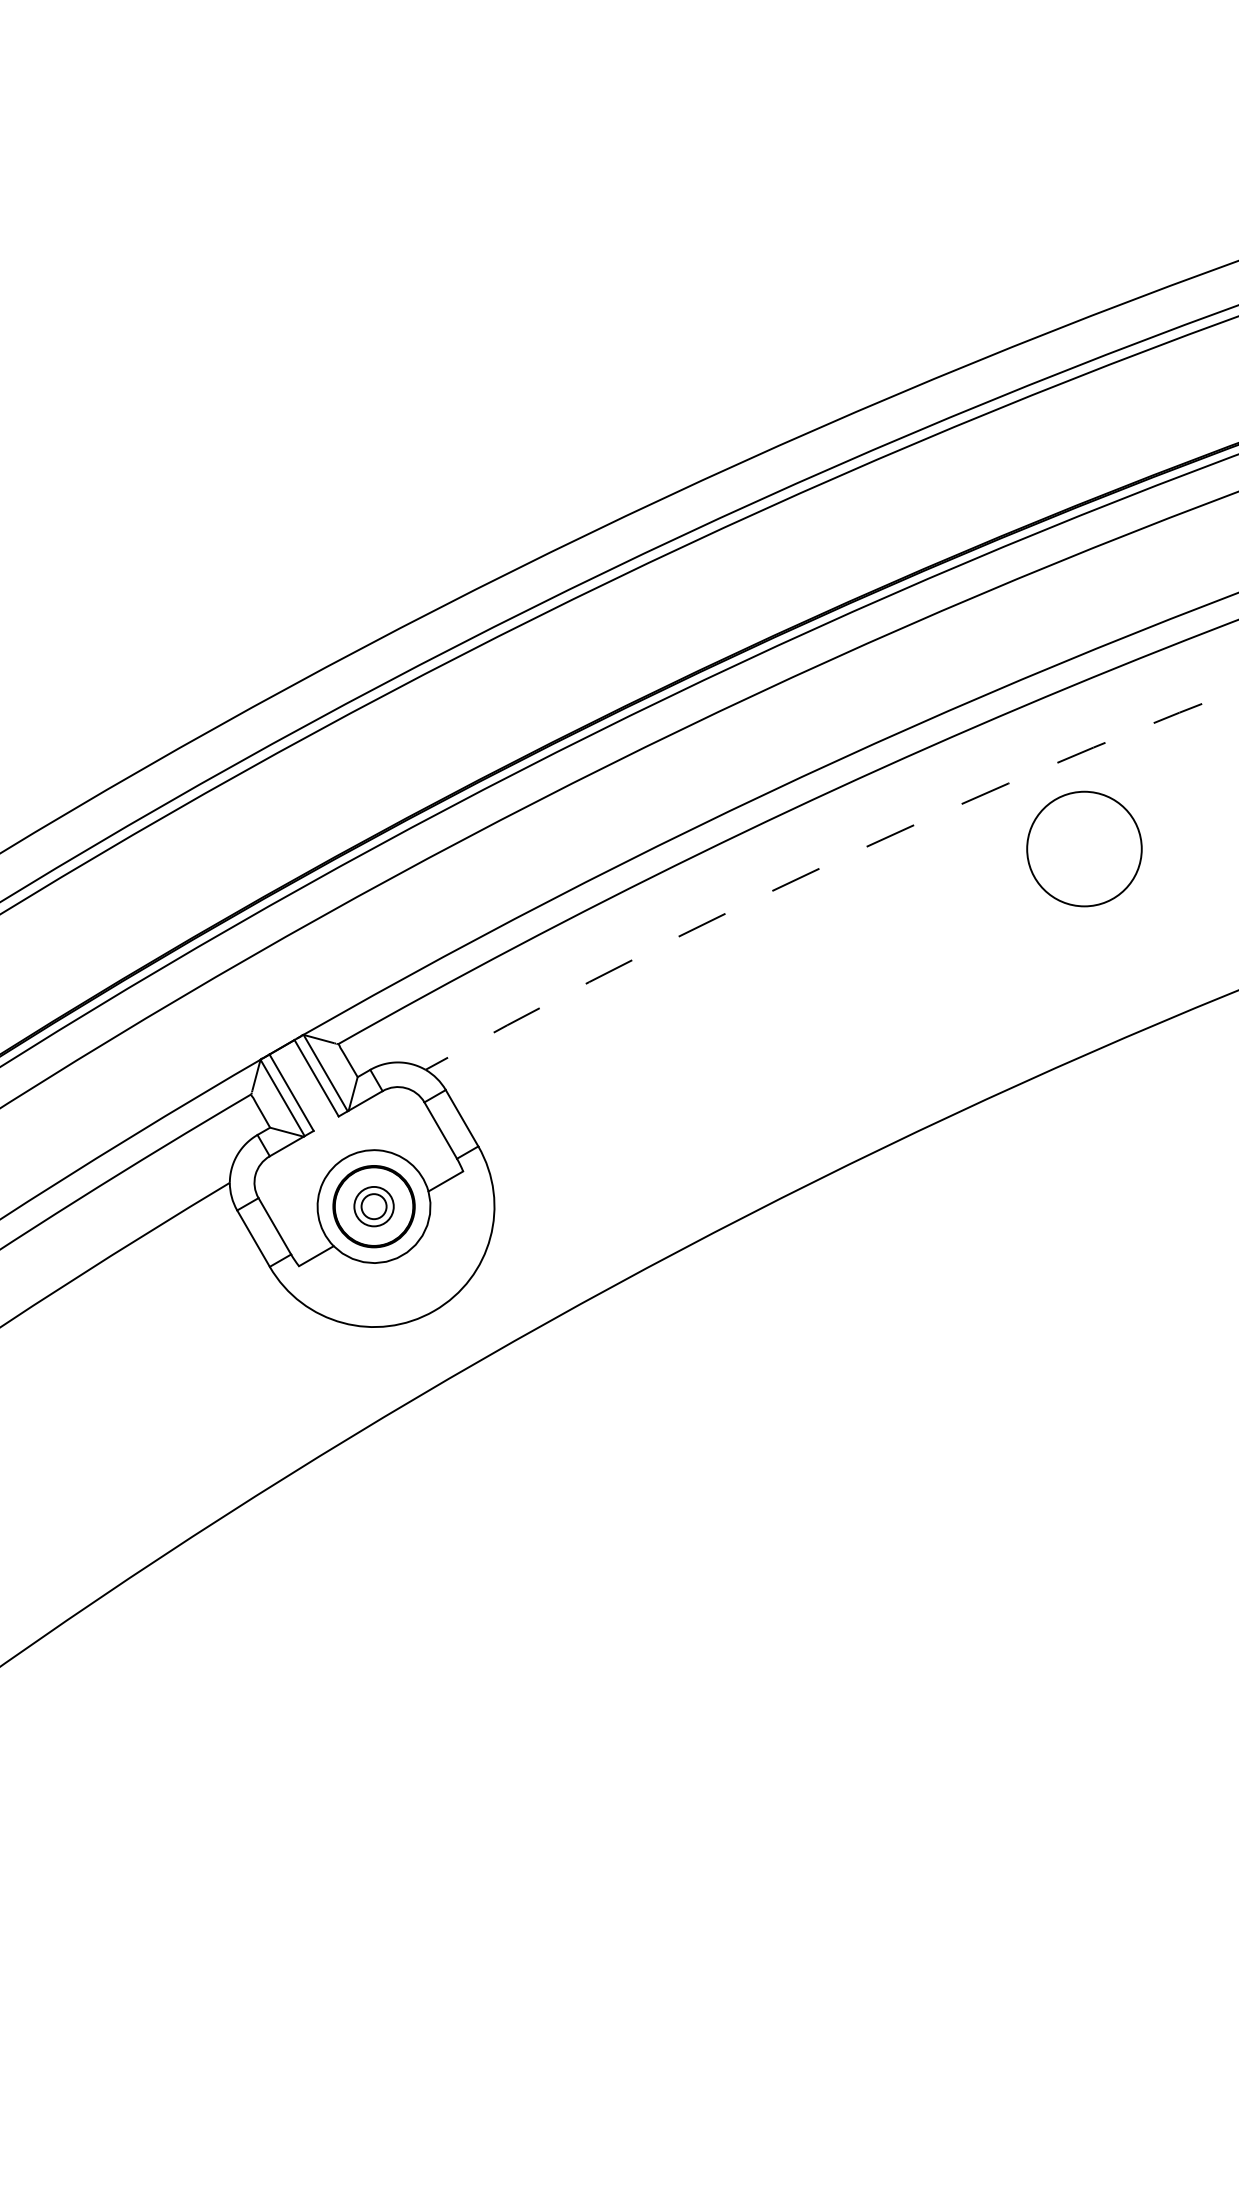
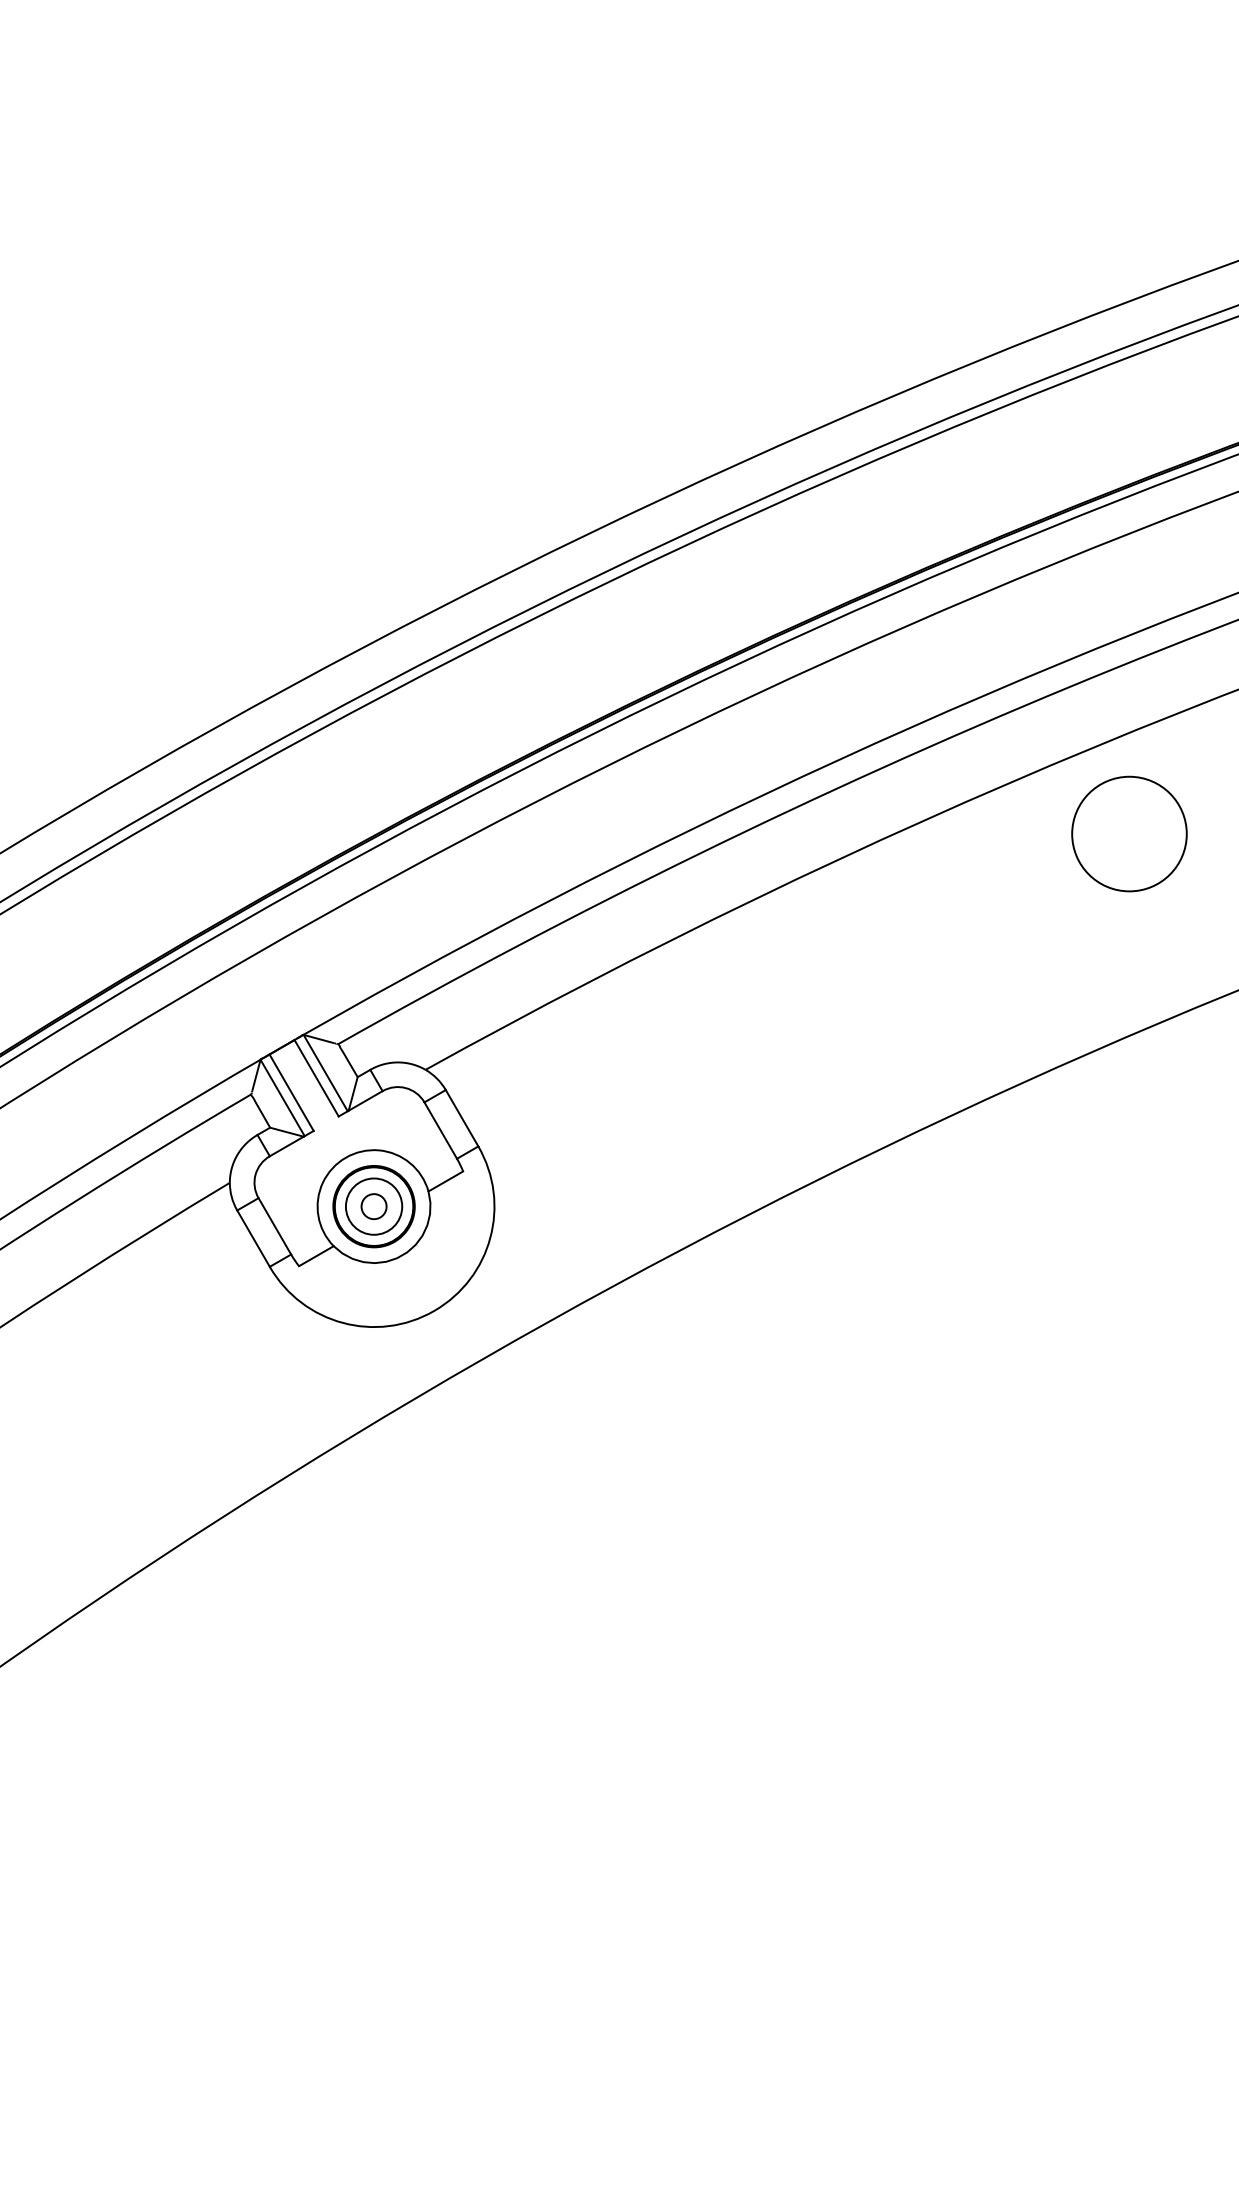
circle at (1084, 848) position: (1084, 848) -> (1129, 833)
arc at (825, 865): dashed -> solid
circle at (373, 1206) diameter: 39 px -> 56 px
